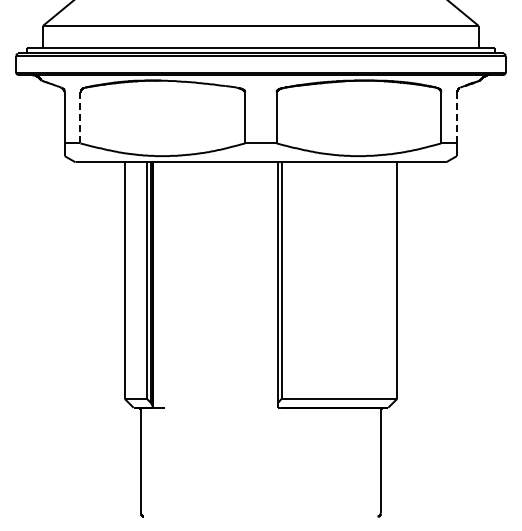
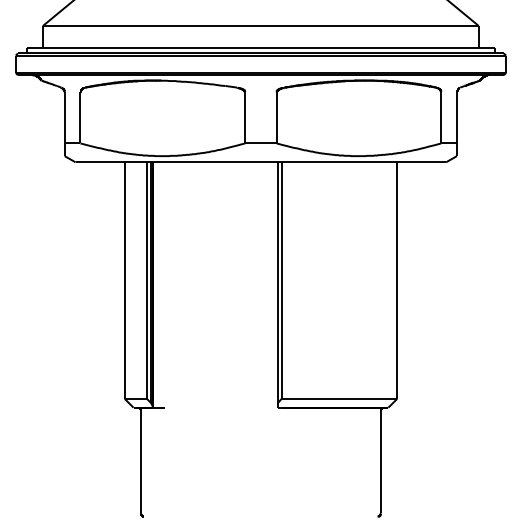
line at (80, 117): dashed -> solid
line at (456, 117): dashed -> solid
